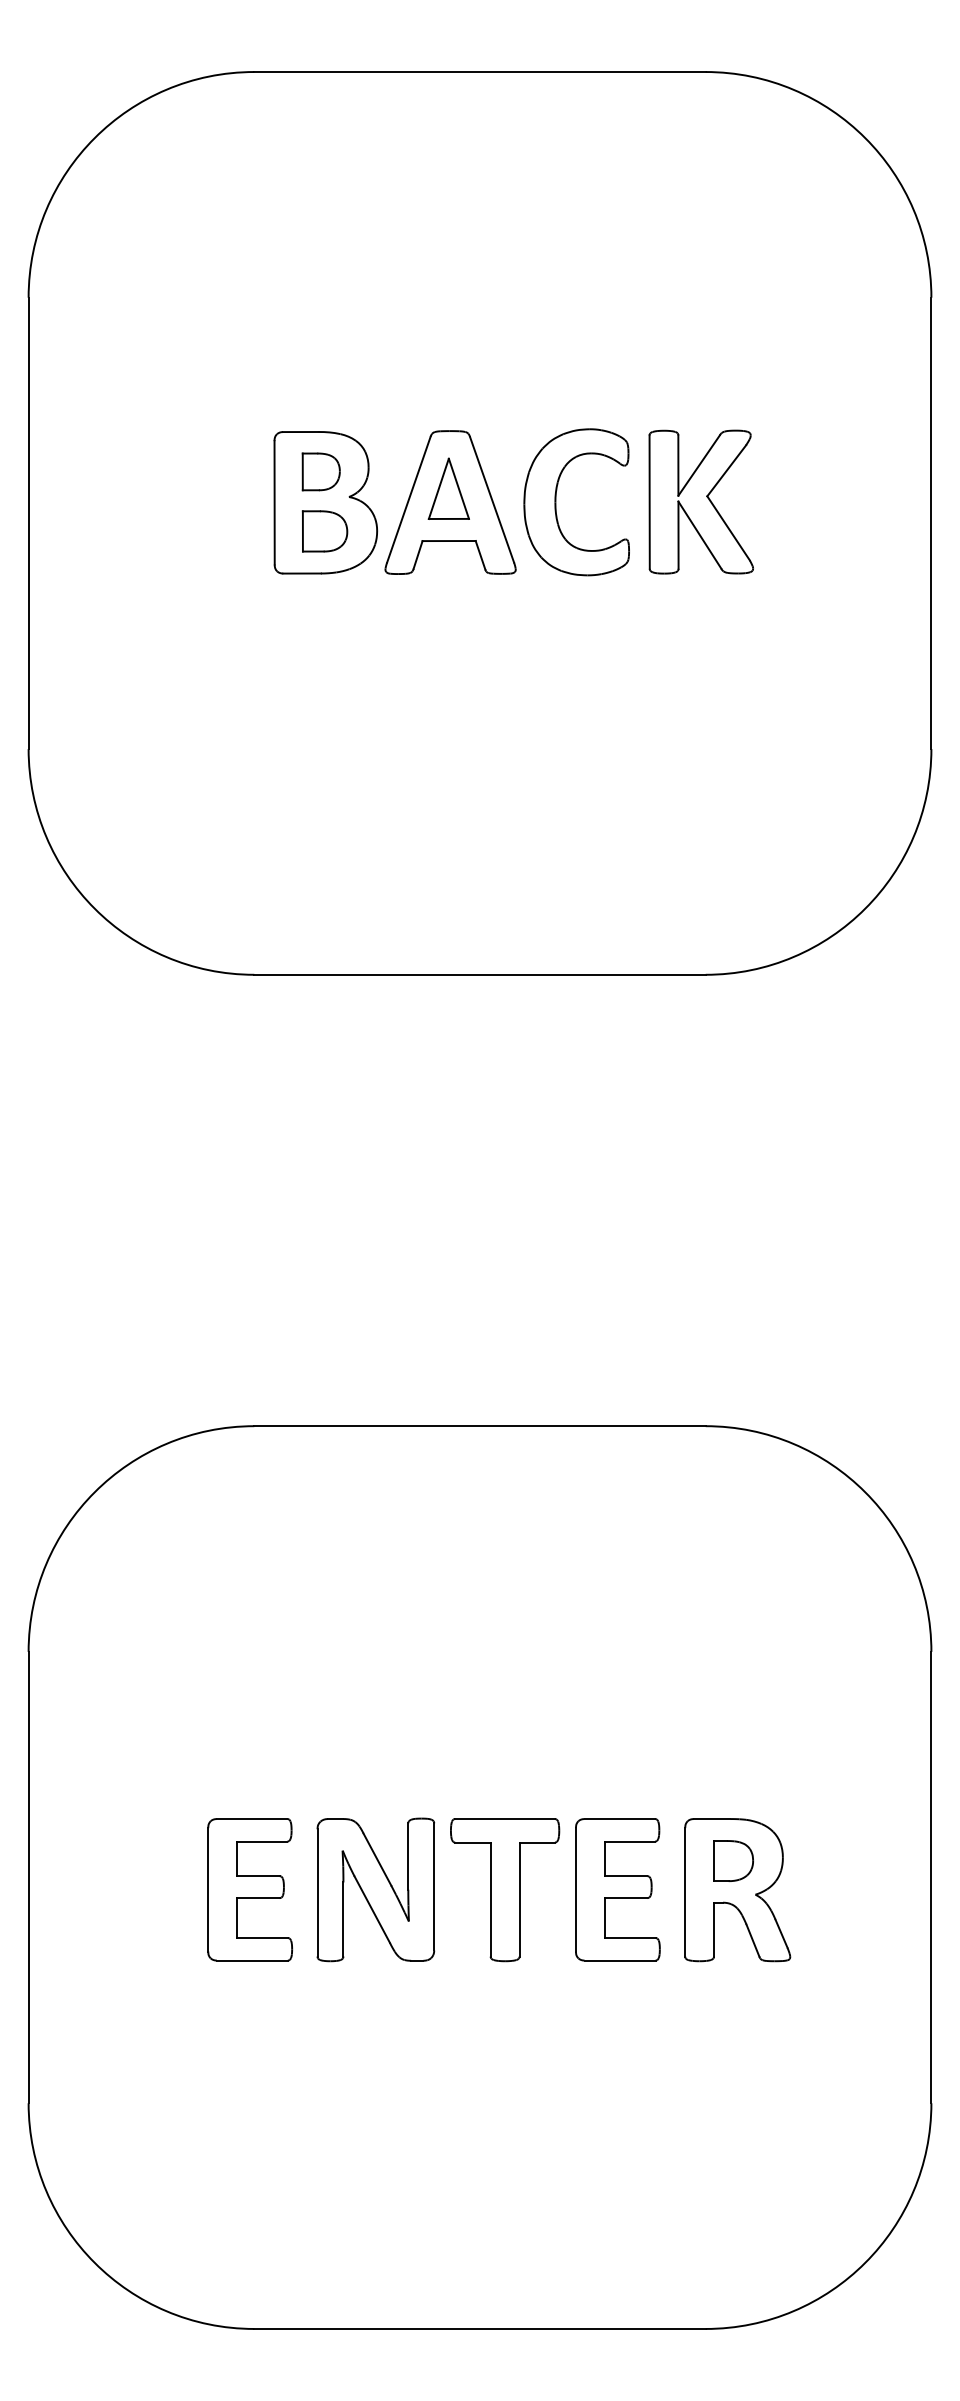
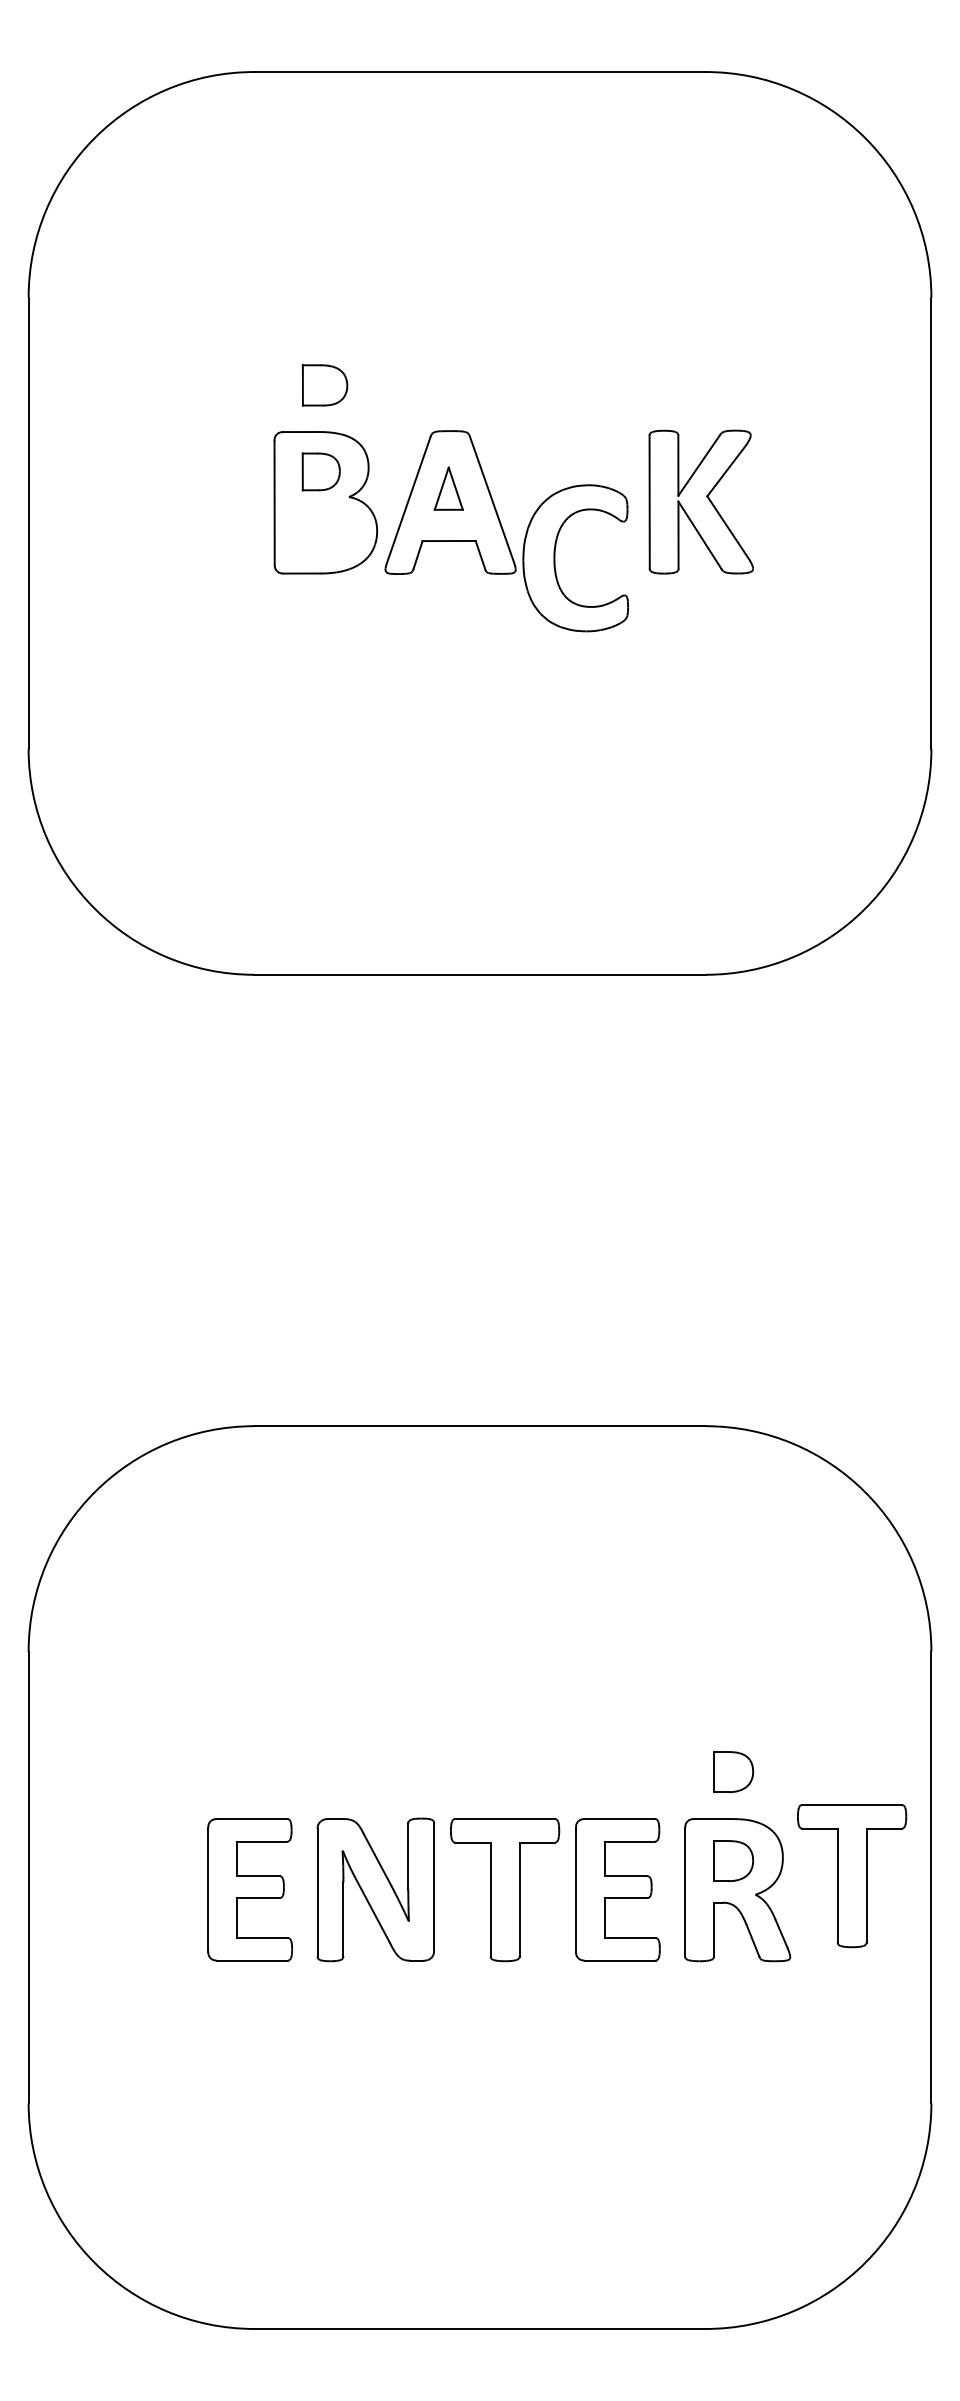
part at (448, 488) size: 43x63 px -> 31x45 px
part at (556, 502) position: (556, 502) -> (555, 558)
part at (324, 531) position: (324, 531) -> (324, 385)
part at (733, 1771): none -> present
part at (852, 1876): none -> present
